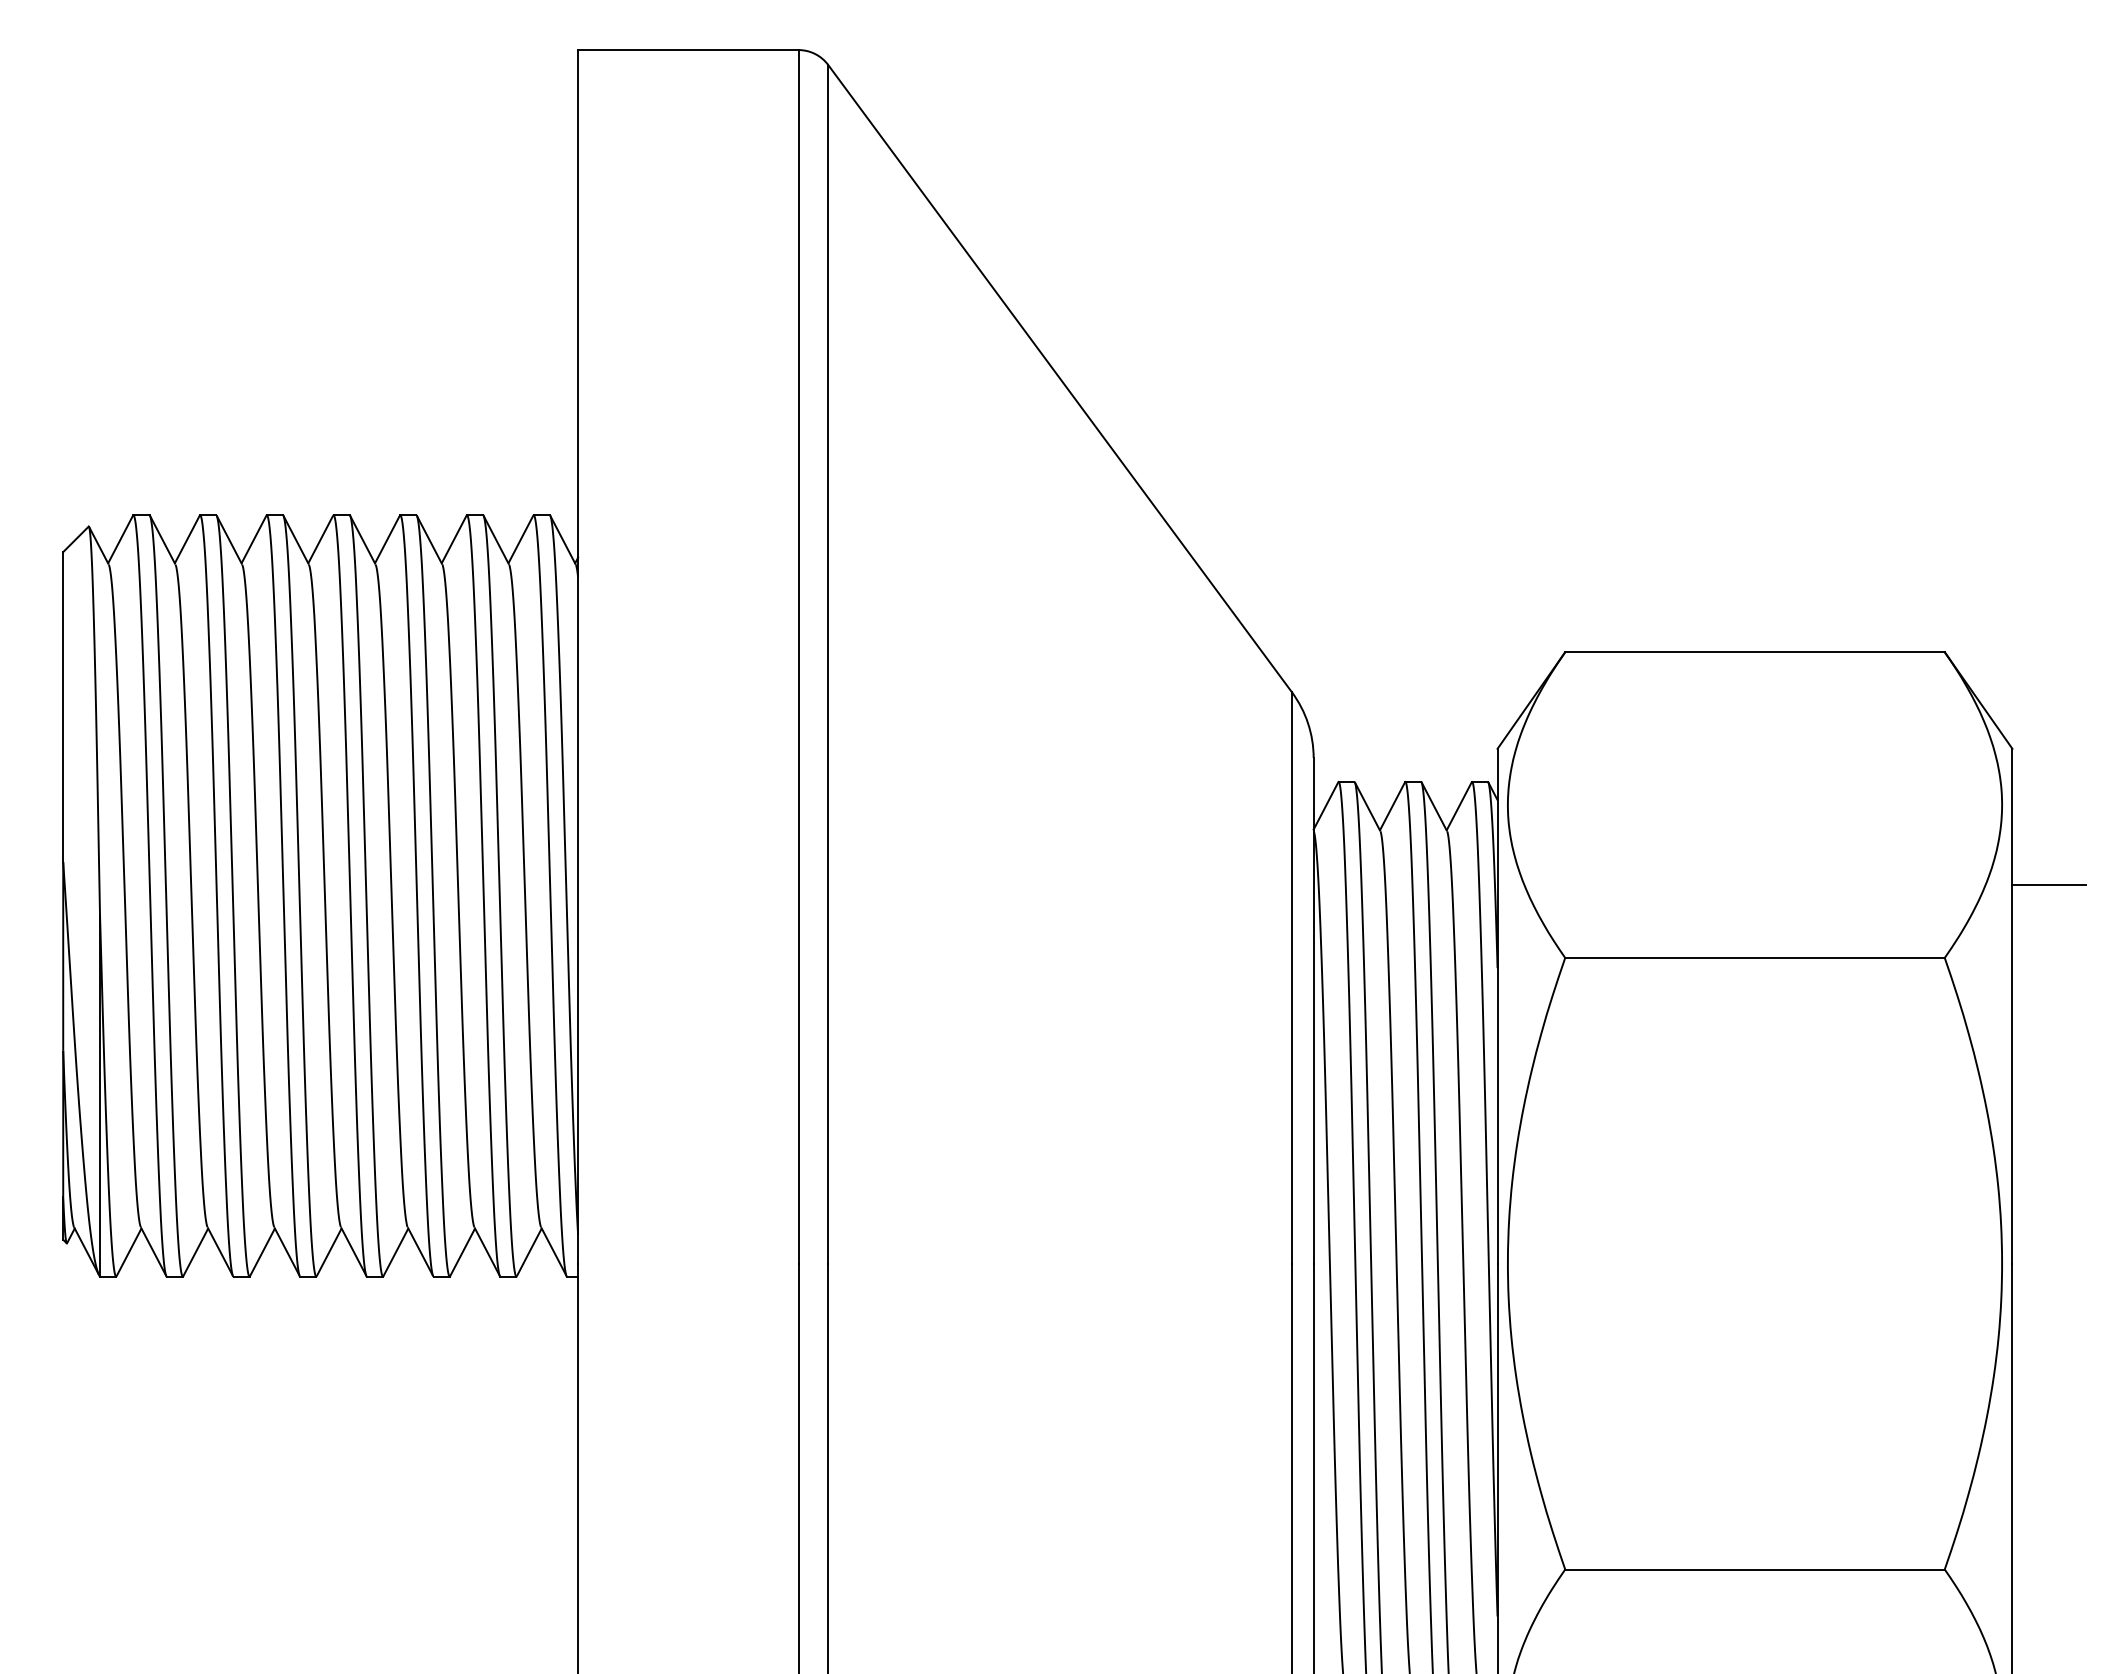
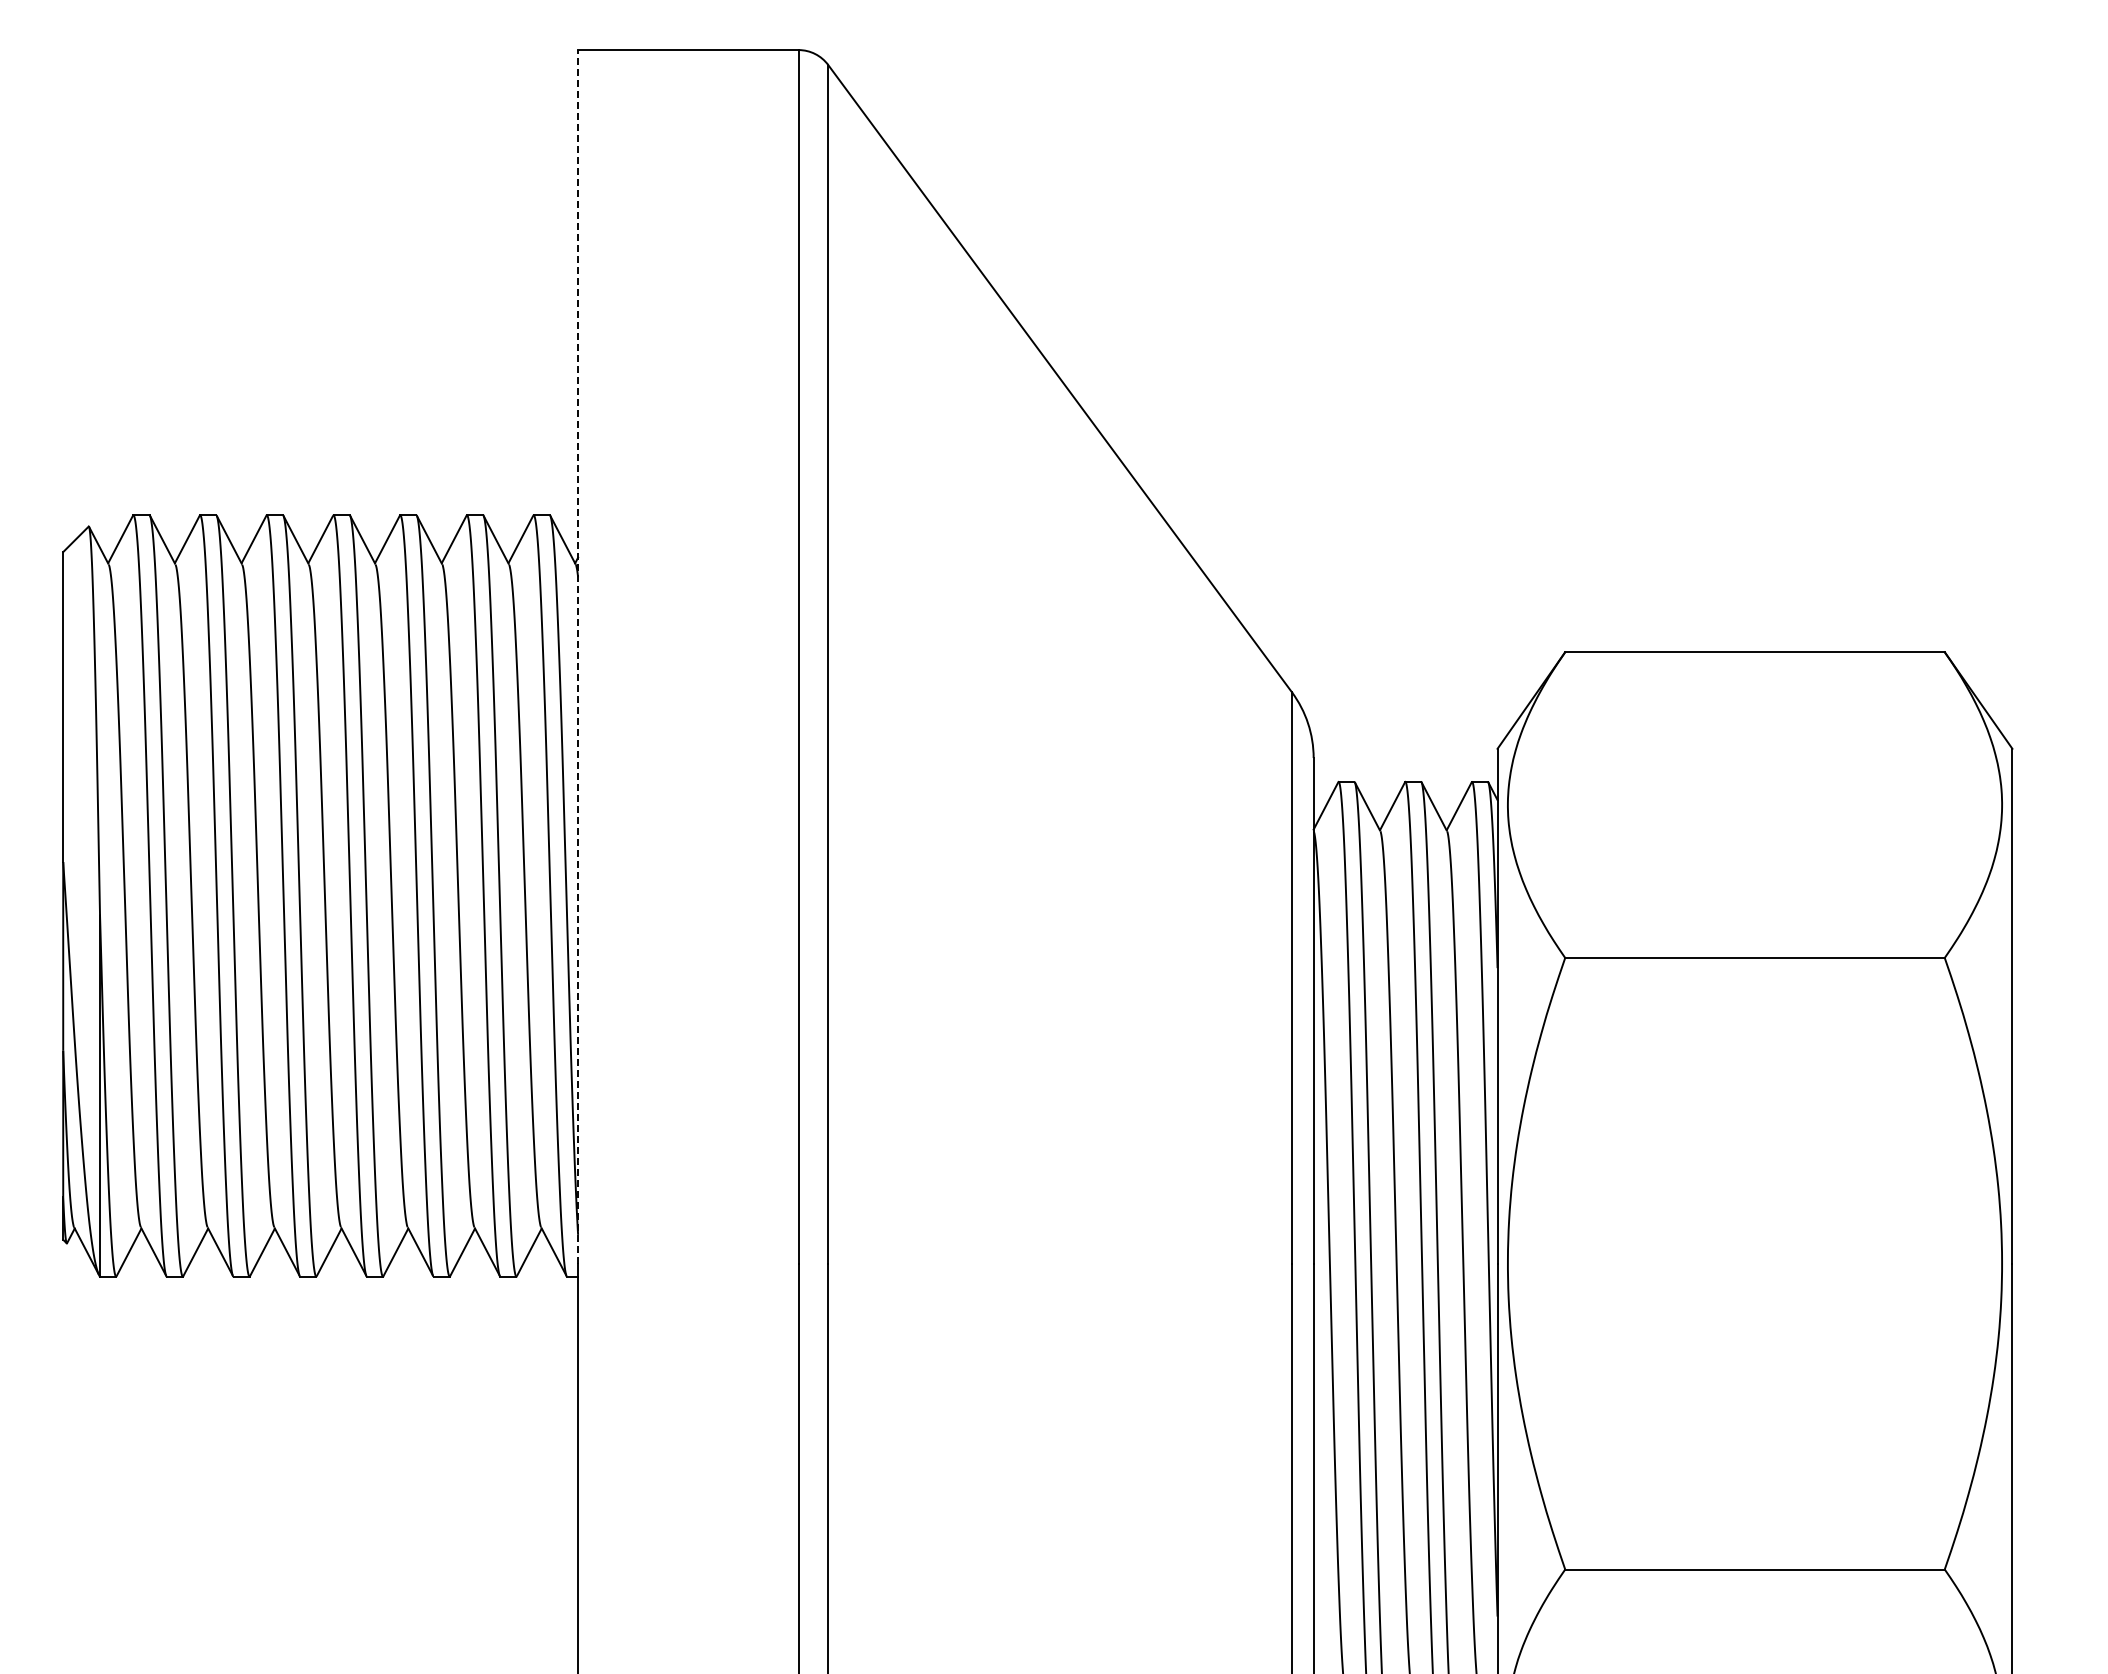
line at (578, 656): solid -> dashed
line at (2048, 884): present -> none
